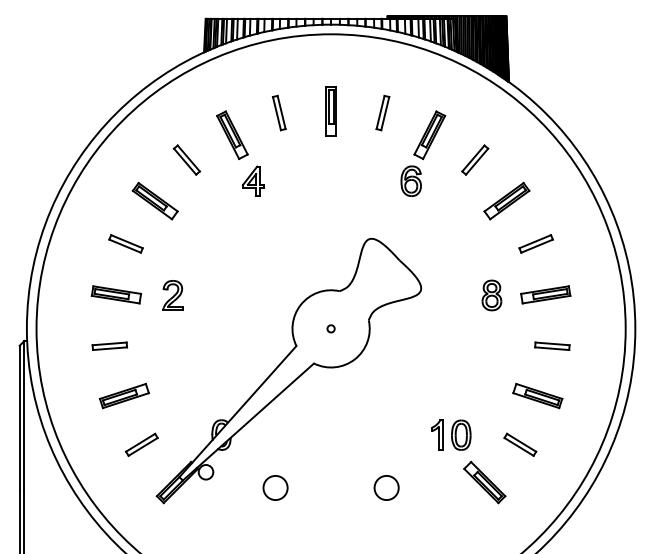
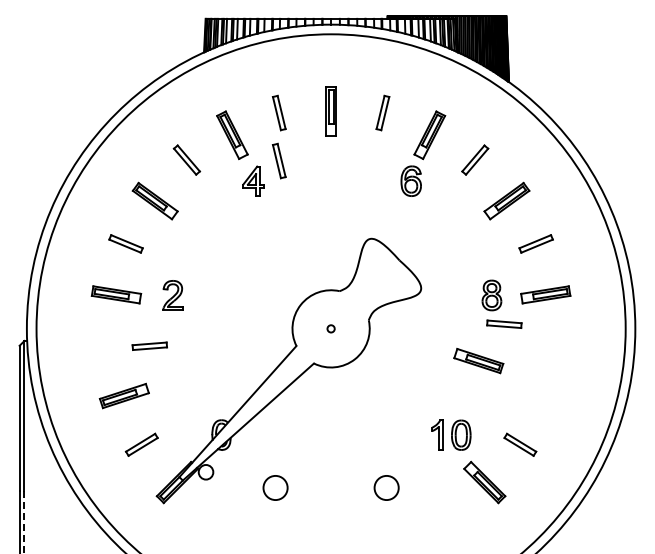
part at (278, 160): none -> present
part at (109, 345) position: (109, 345) -> (149, 345)
part at (552, 345) position: (552, 345) -> (504, 323)
part at (537, 396) position: (537, 396) -> (478, 361)
line at (24, 522): solid -> dashed
